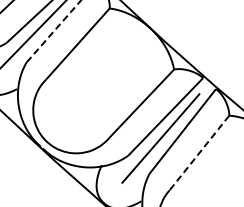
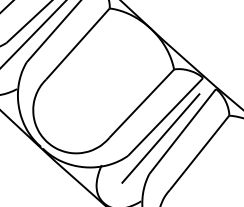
line at (54, 30): dashed -> solid
line at (199, 152): dashed -> solid
